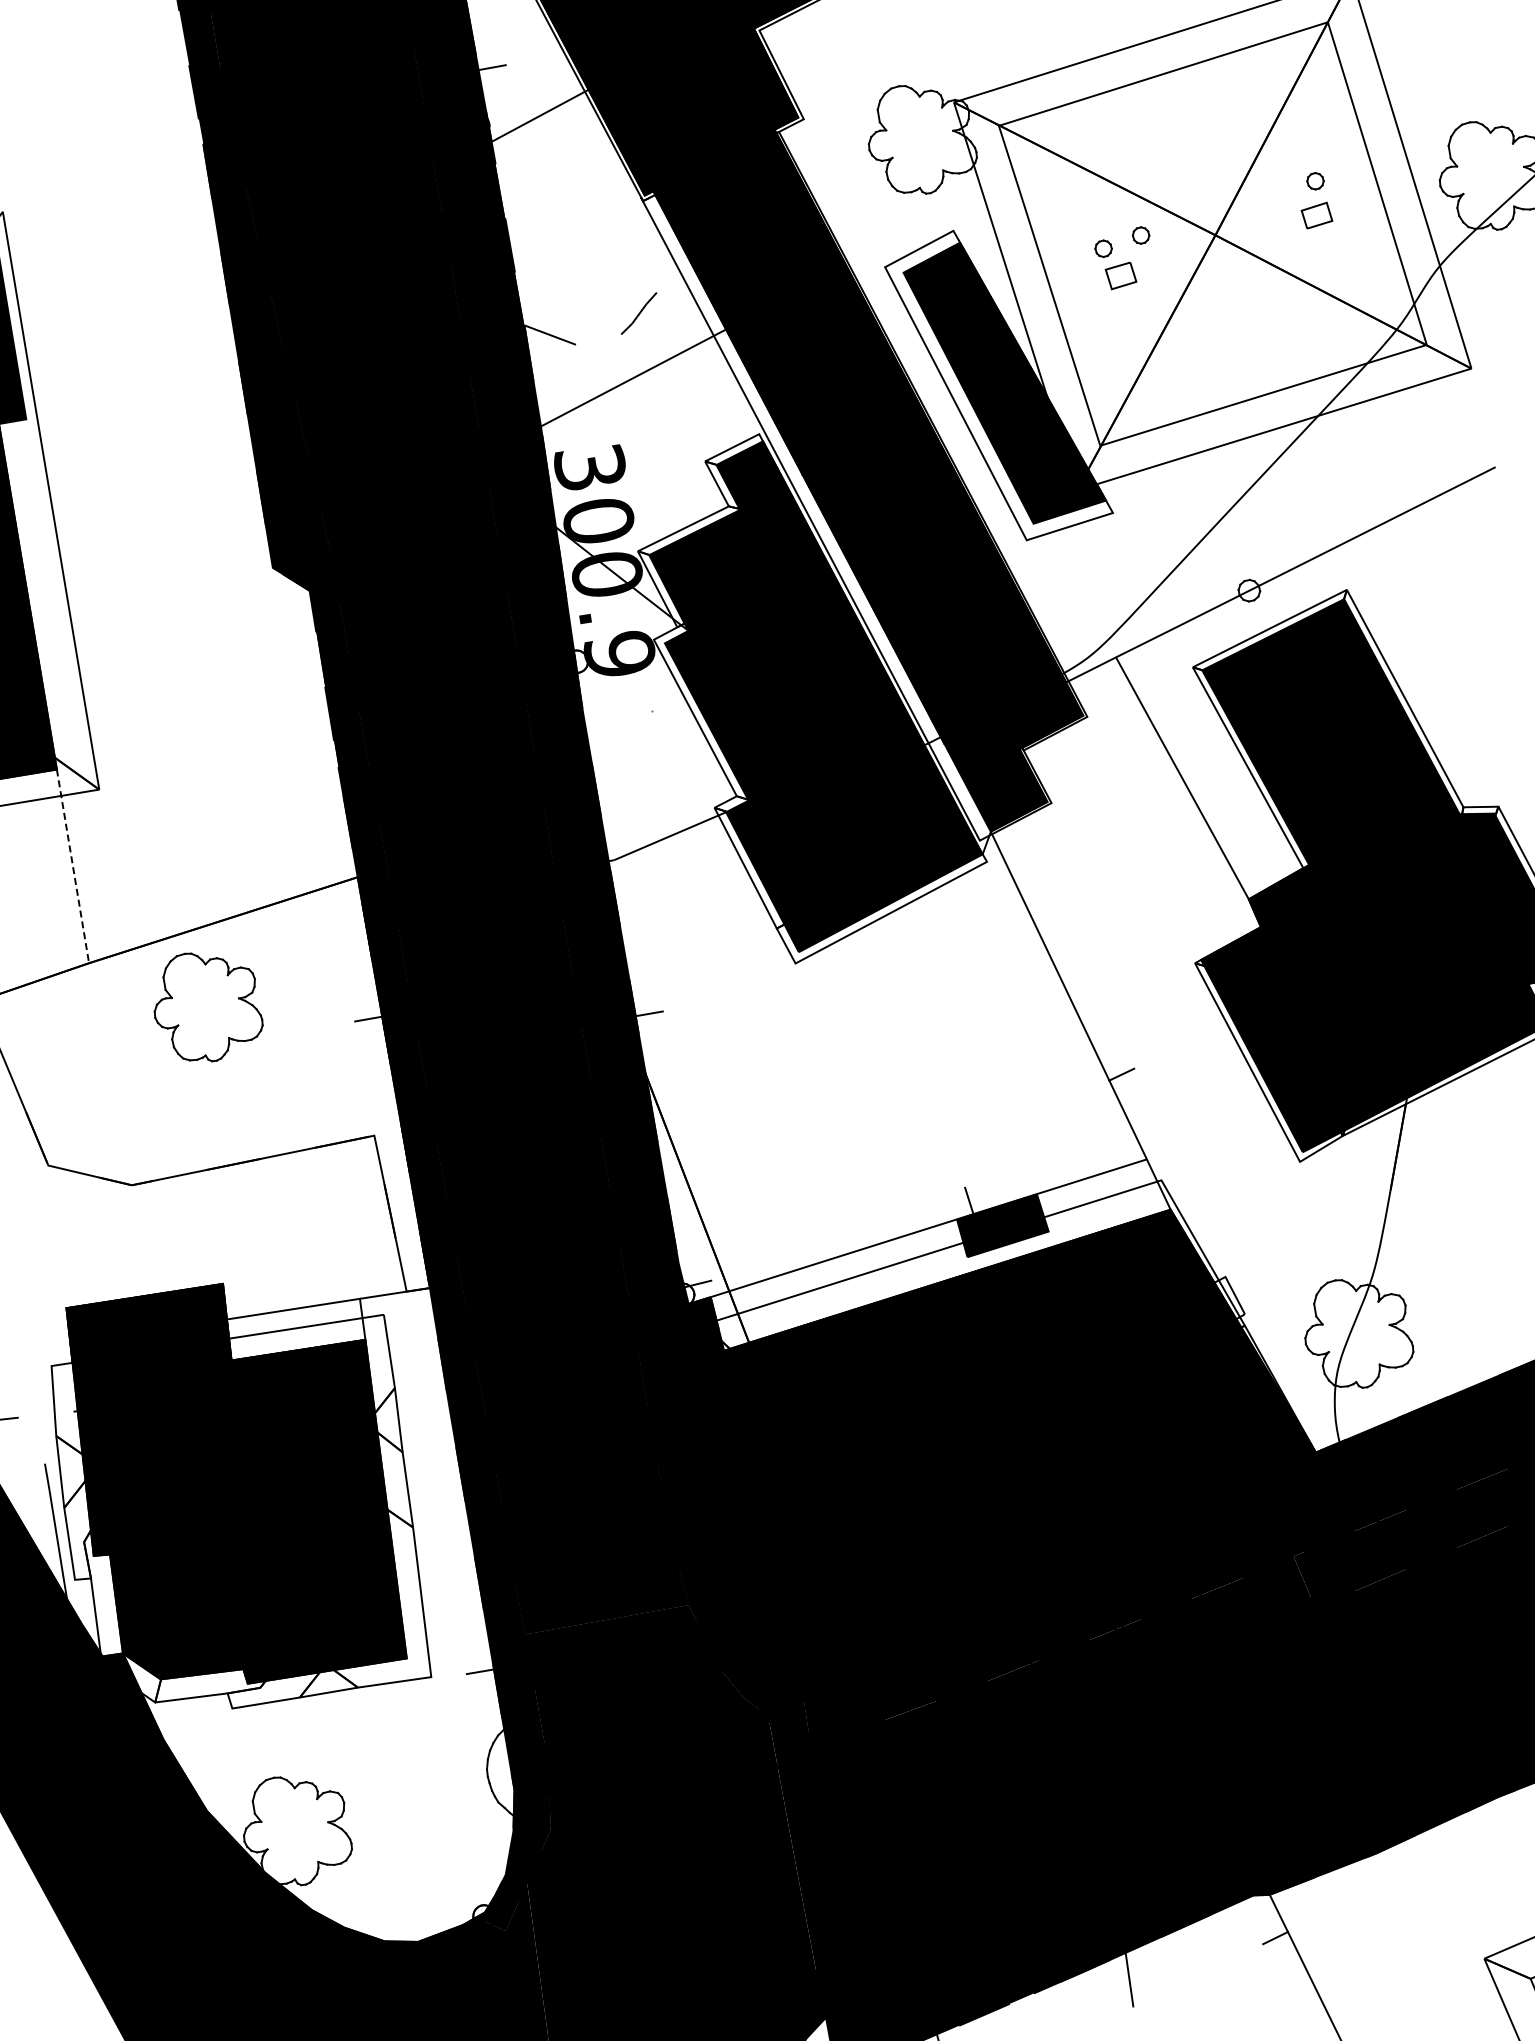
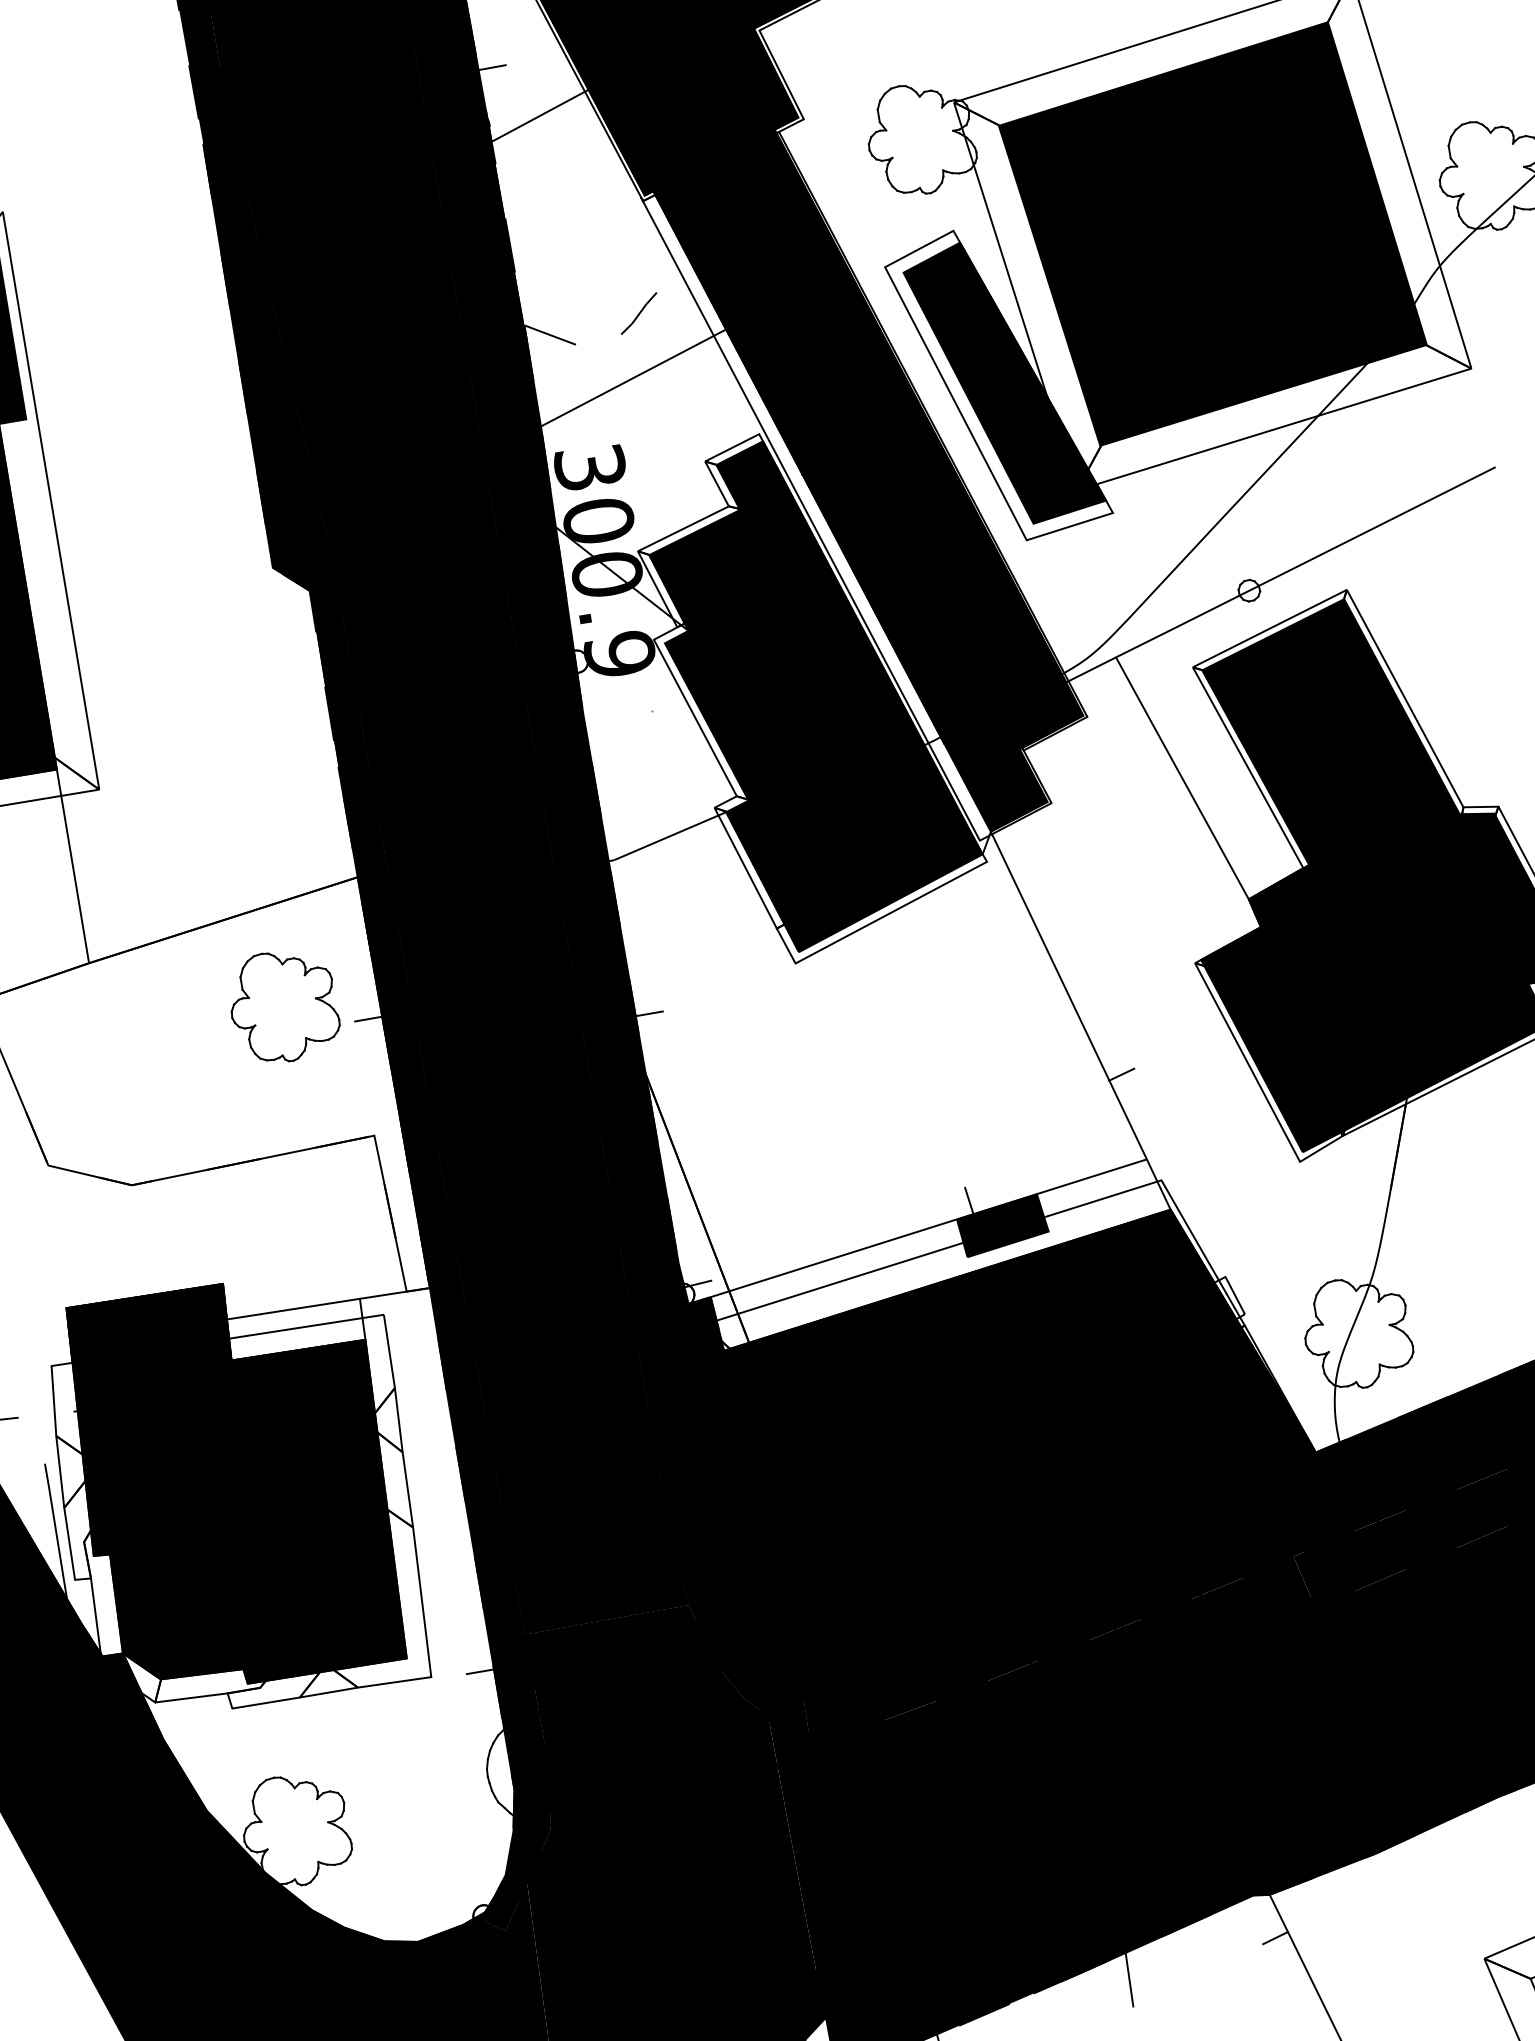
fill at (1212, 233): none -> present
line at (73, 866): dashed -> solid
part at (208, 1007) position: (208, 1007) -> (285, 1007)
